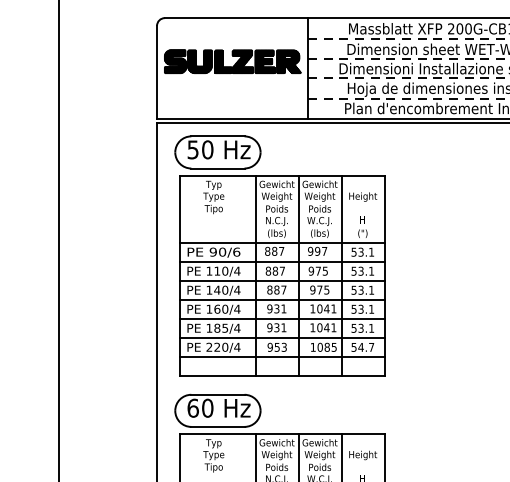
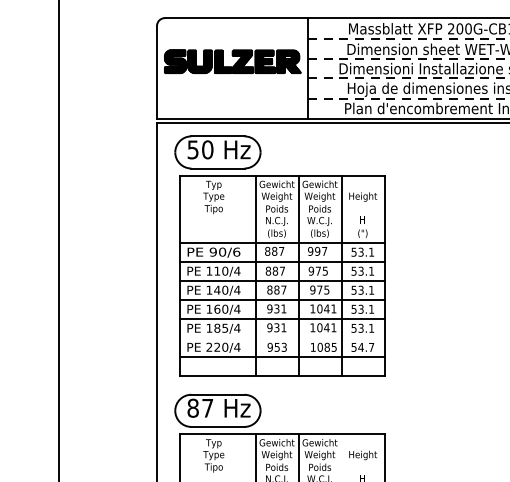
line at (281, 337): present -> none
text at (200, 407): 60 -> 87
line at (341, 456): present -> none
